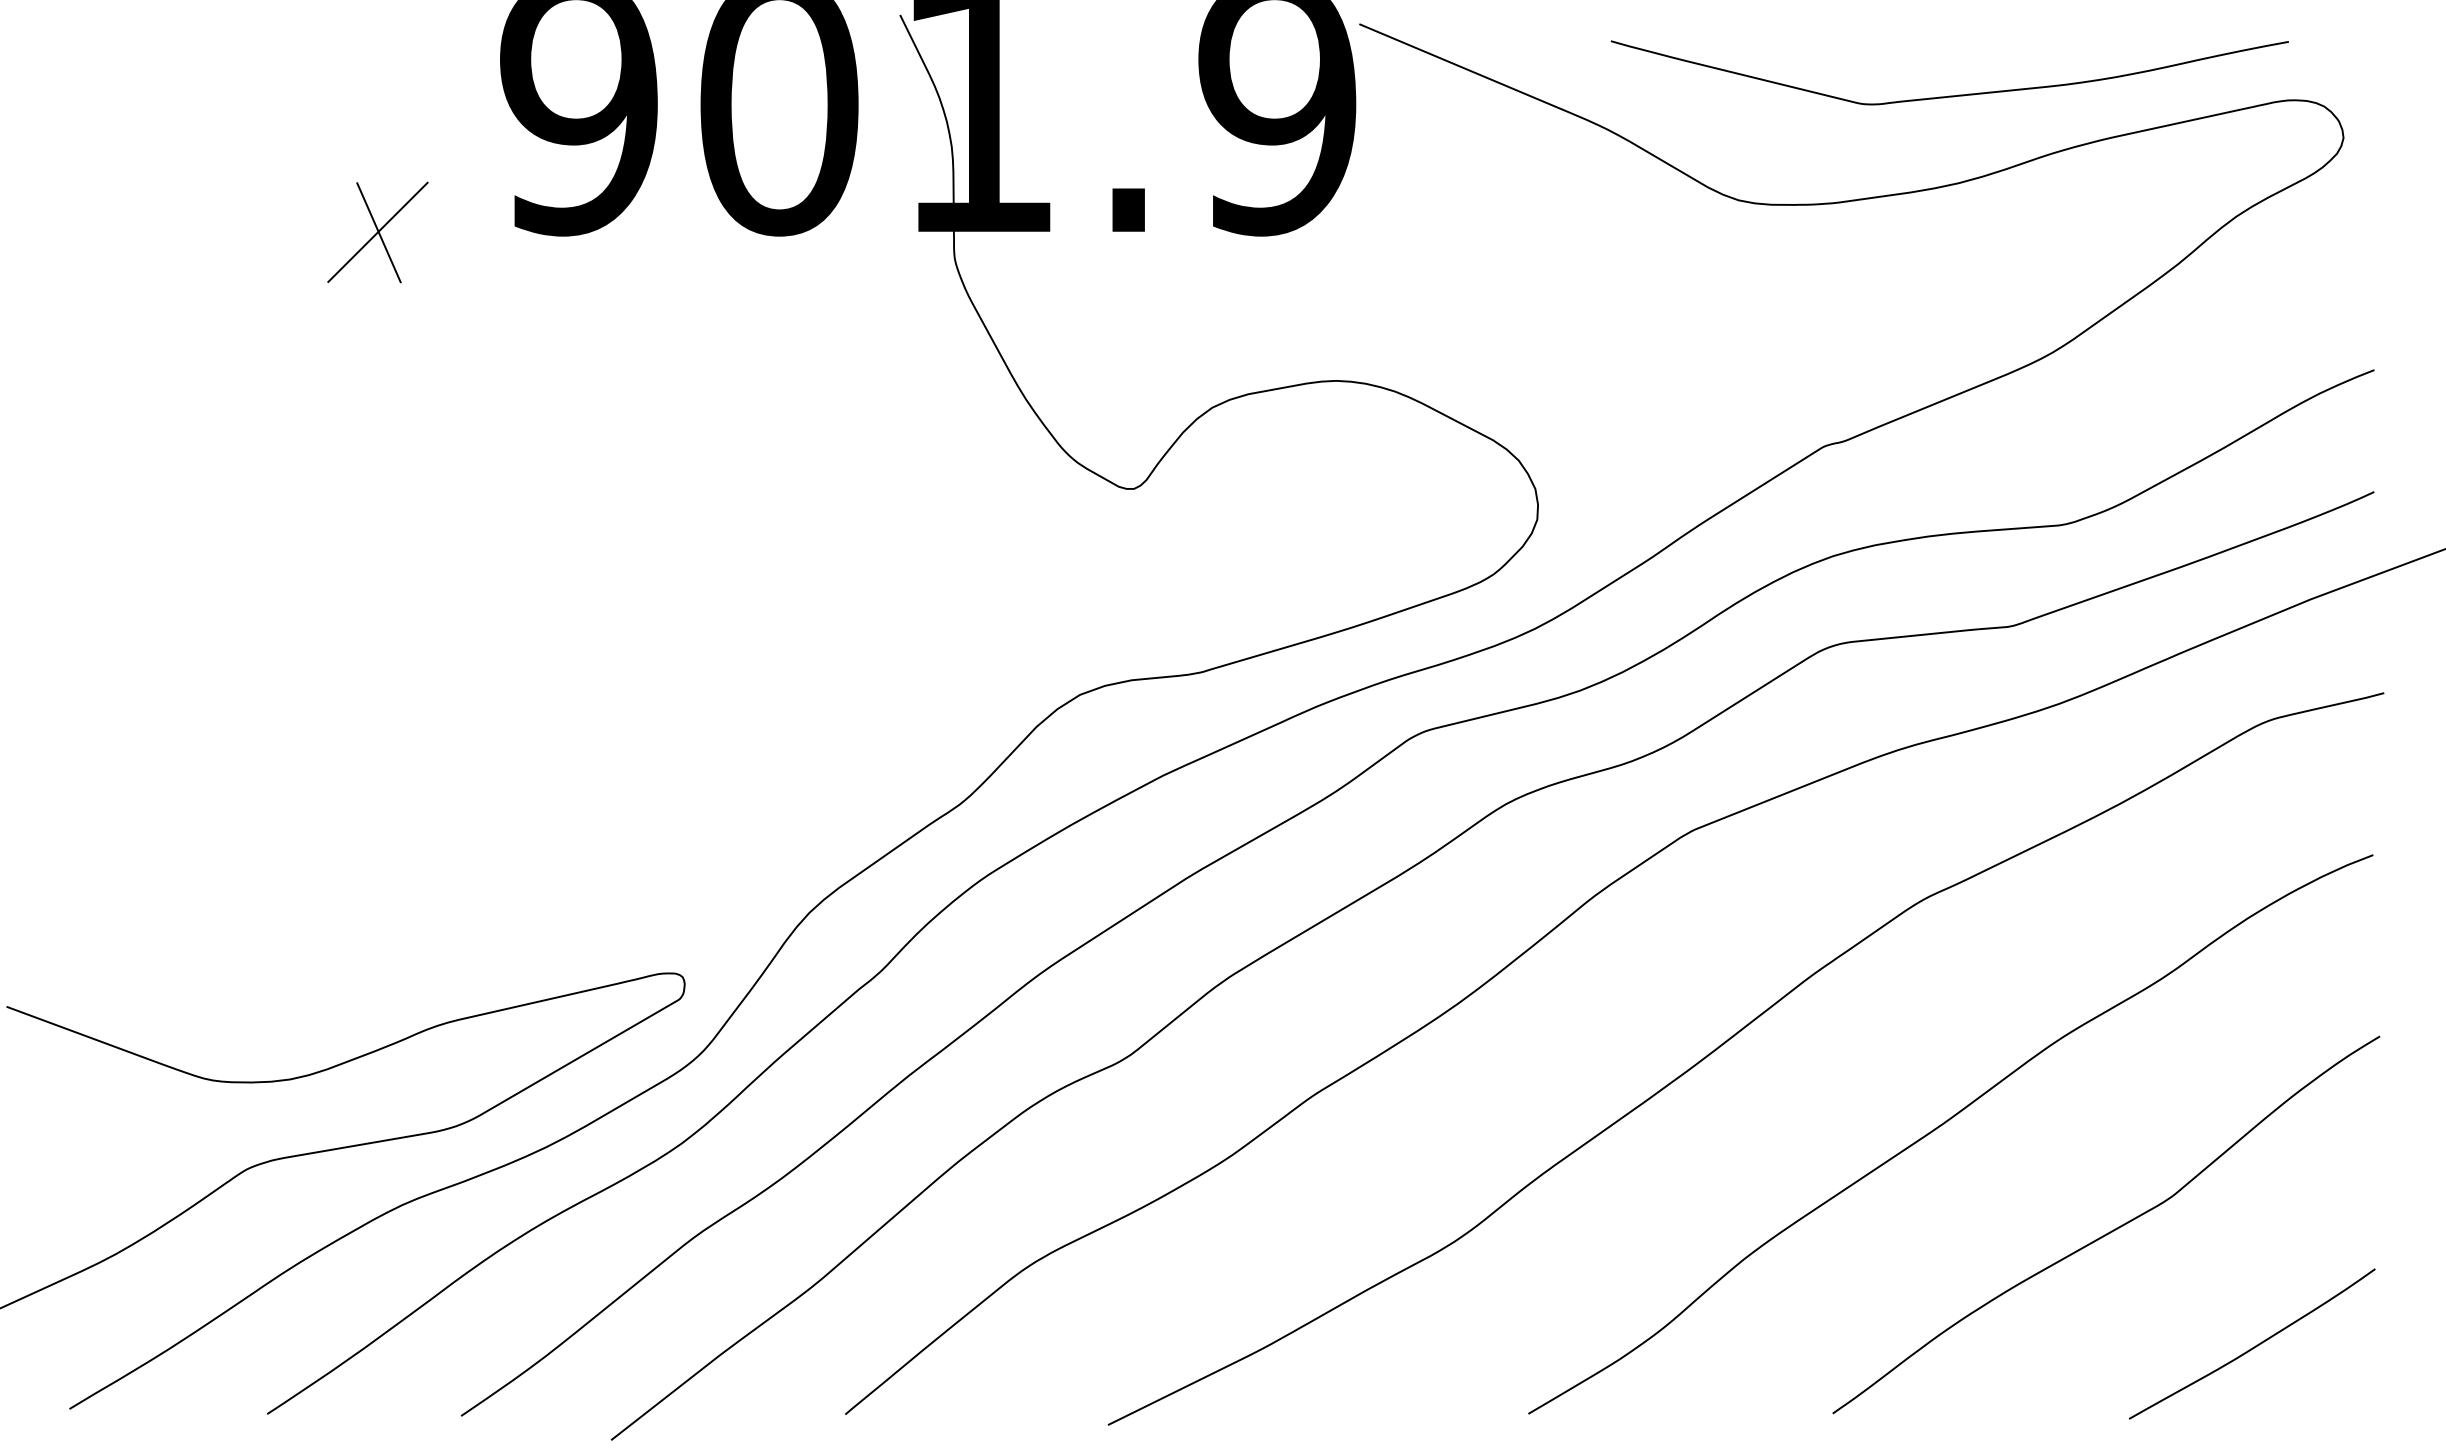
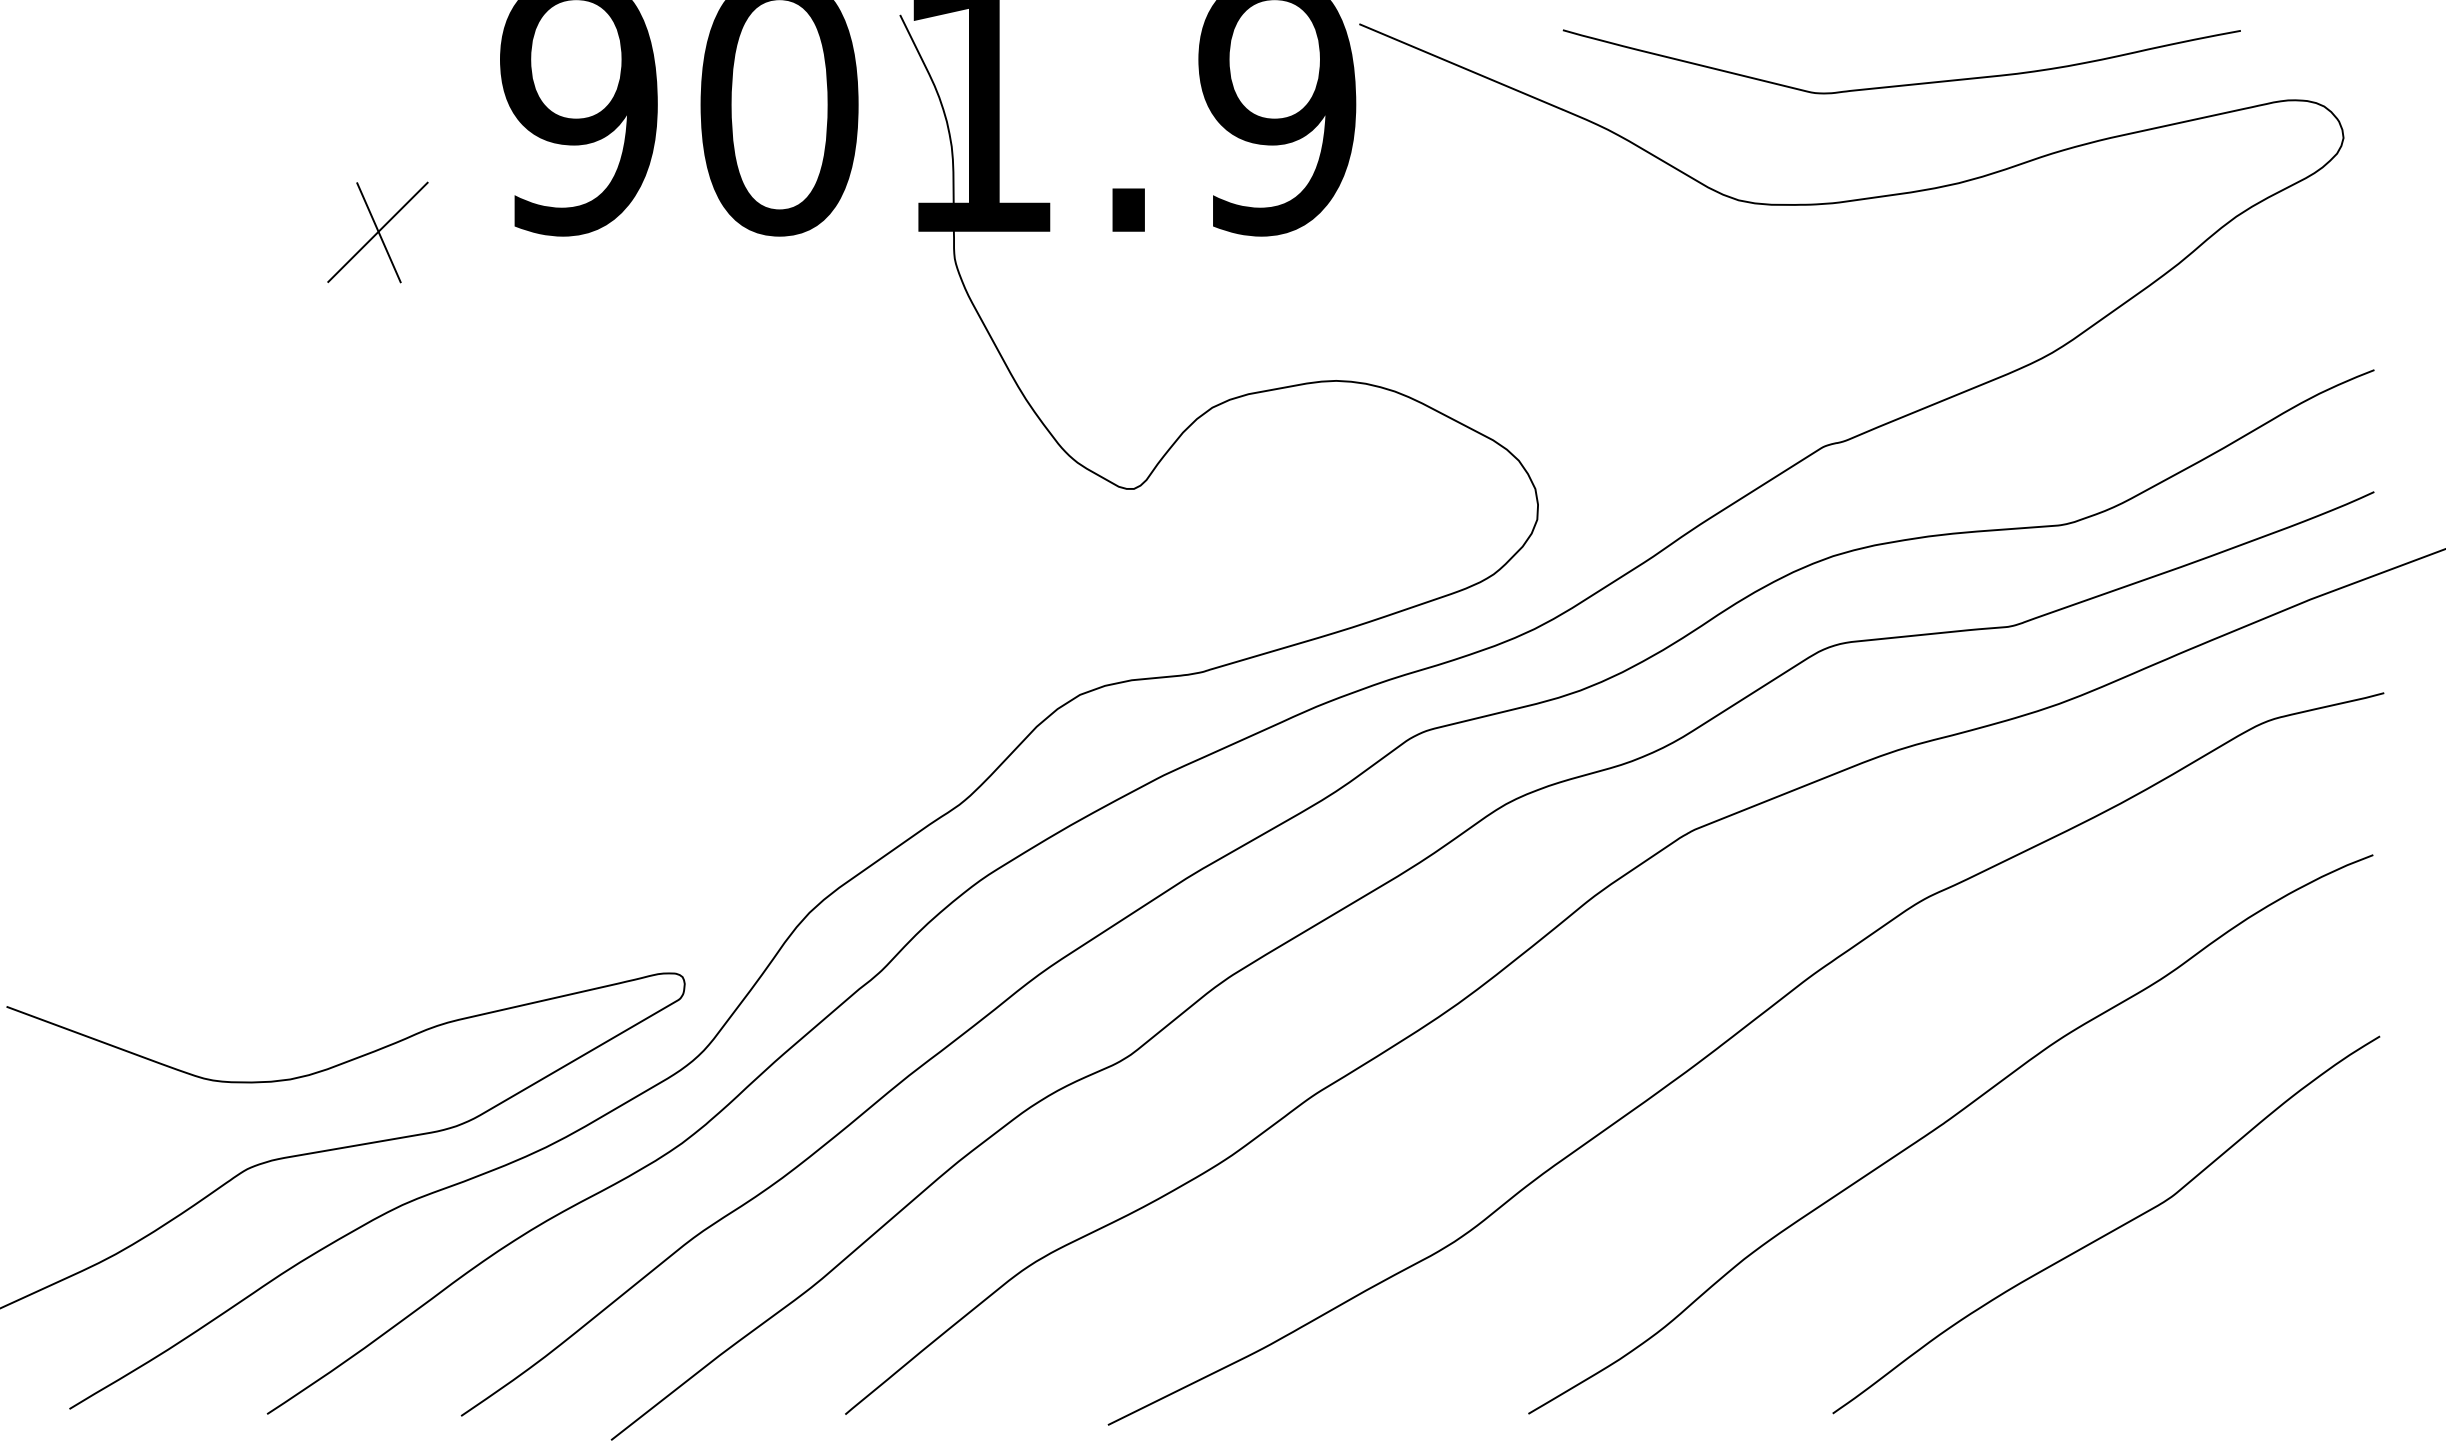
curve at (1949, 95) position: (1949, 95) -> (1901, 84)
curve at (2253, 1346): present -> none
